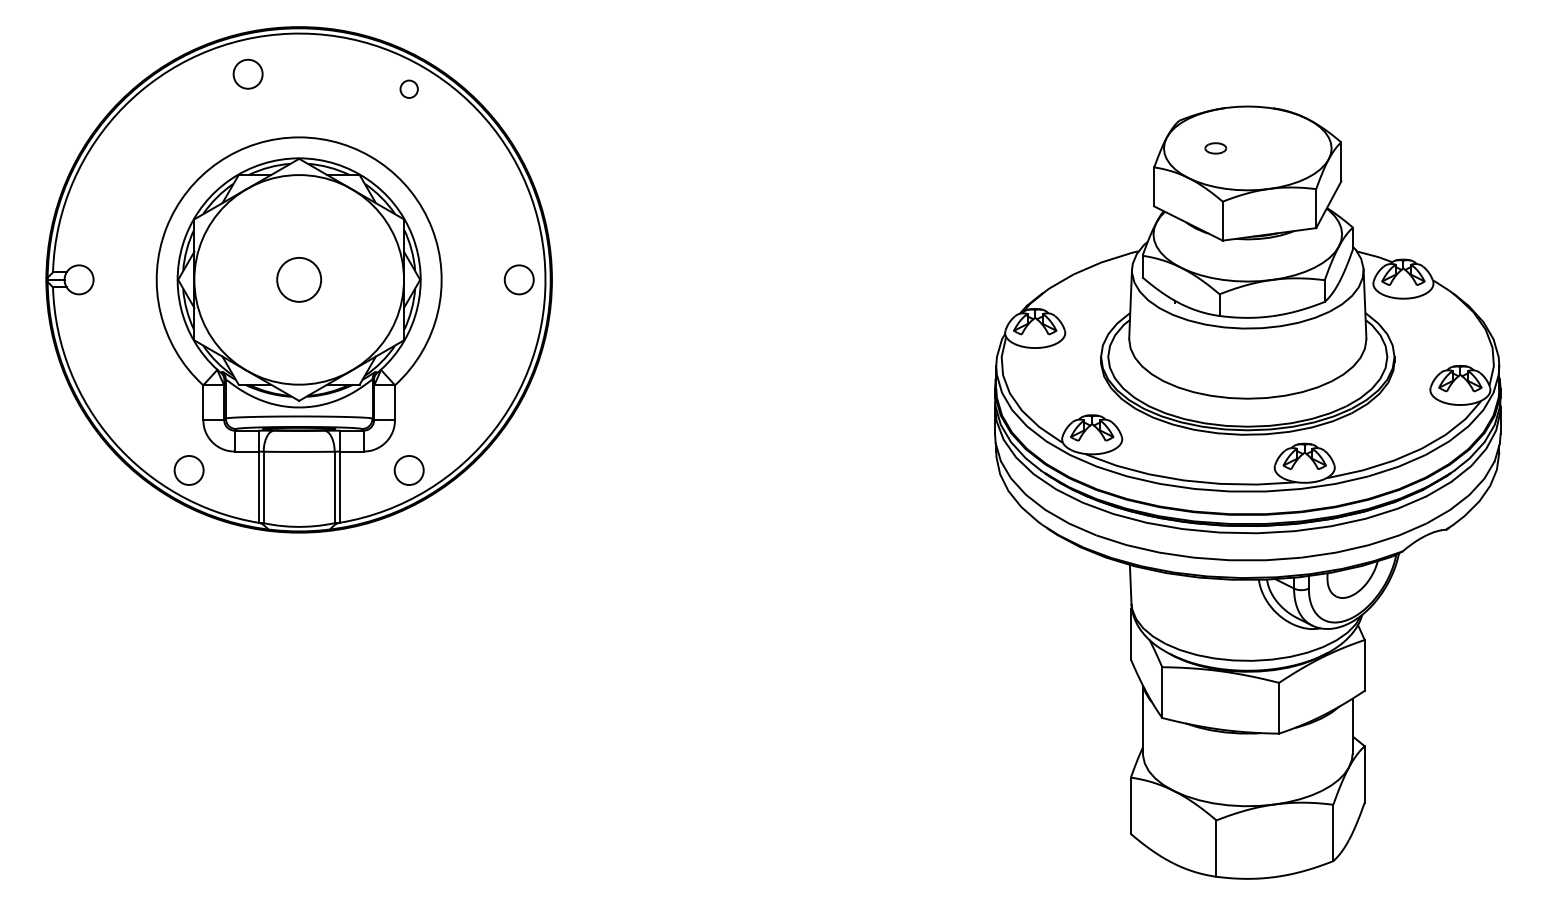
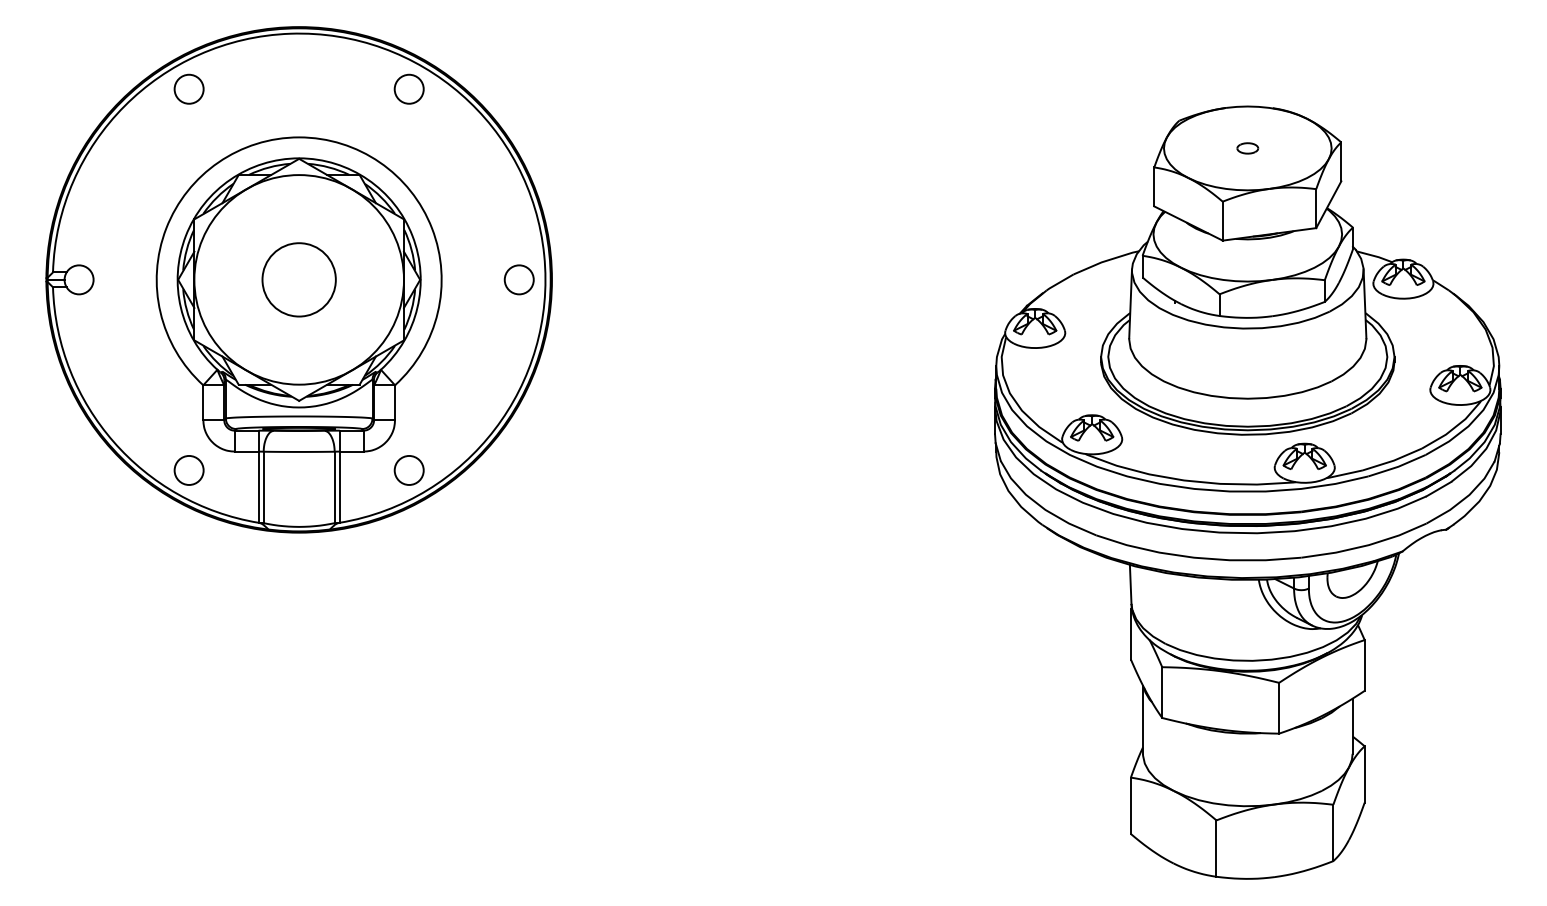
circle at (247, 73) position: (247, 73) -> (188, 88)
circle at (408, 88) diameter: 17 px -> 29 px
part at (1215, 148) position: (1215, 148) -> (1247, 148)
circle at (299, 279) diameter: 44 px -> 73 px
